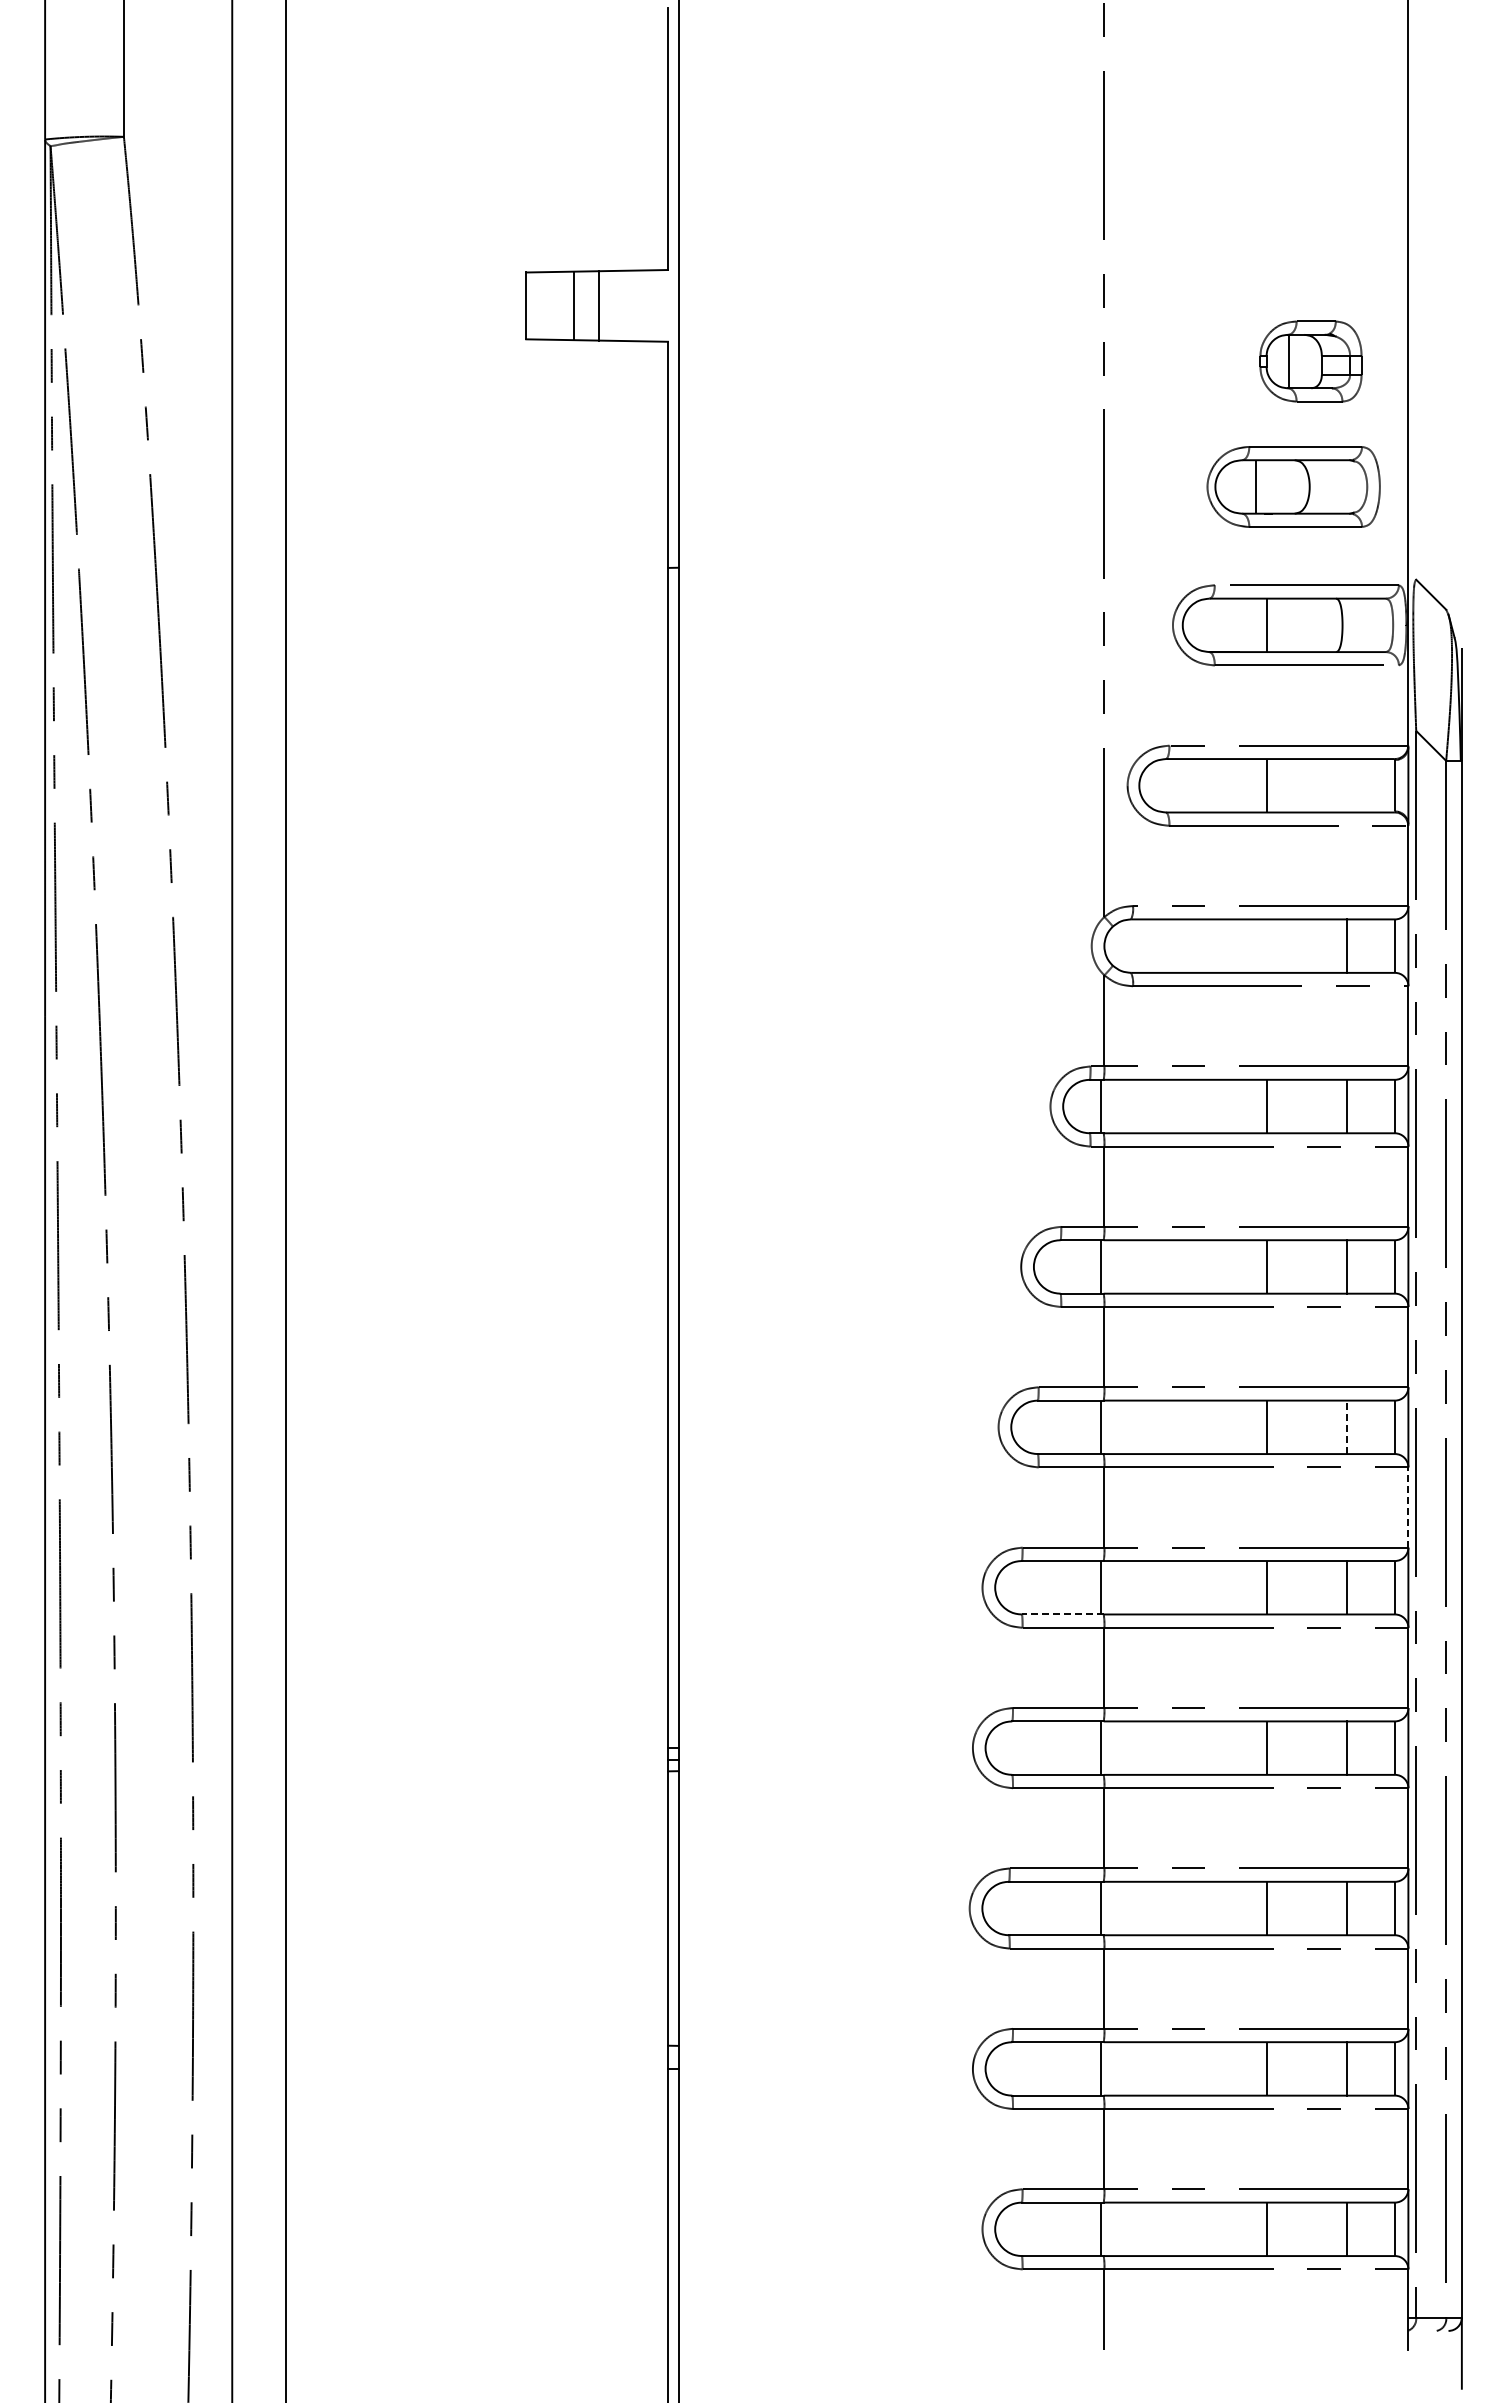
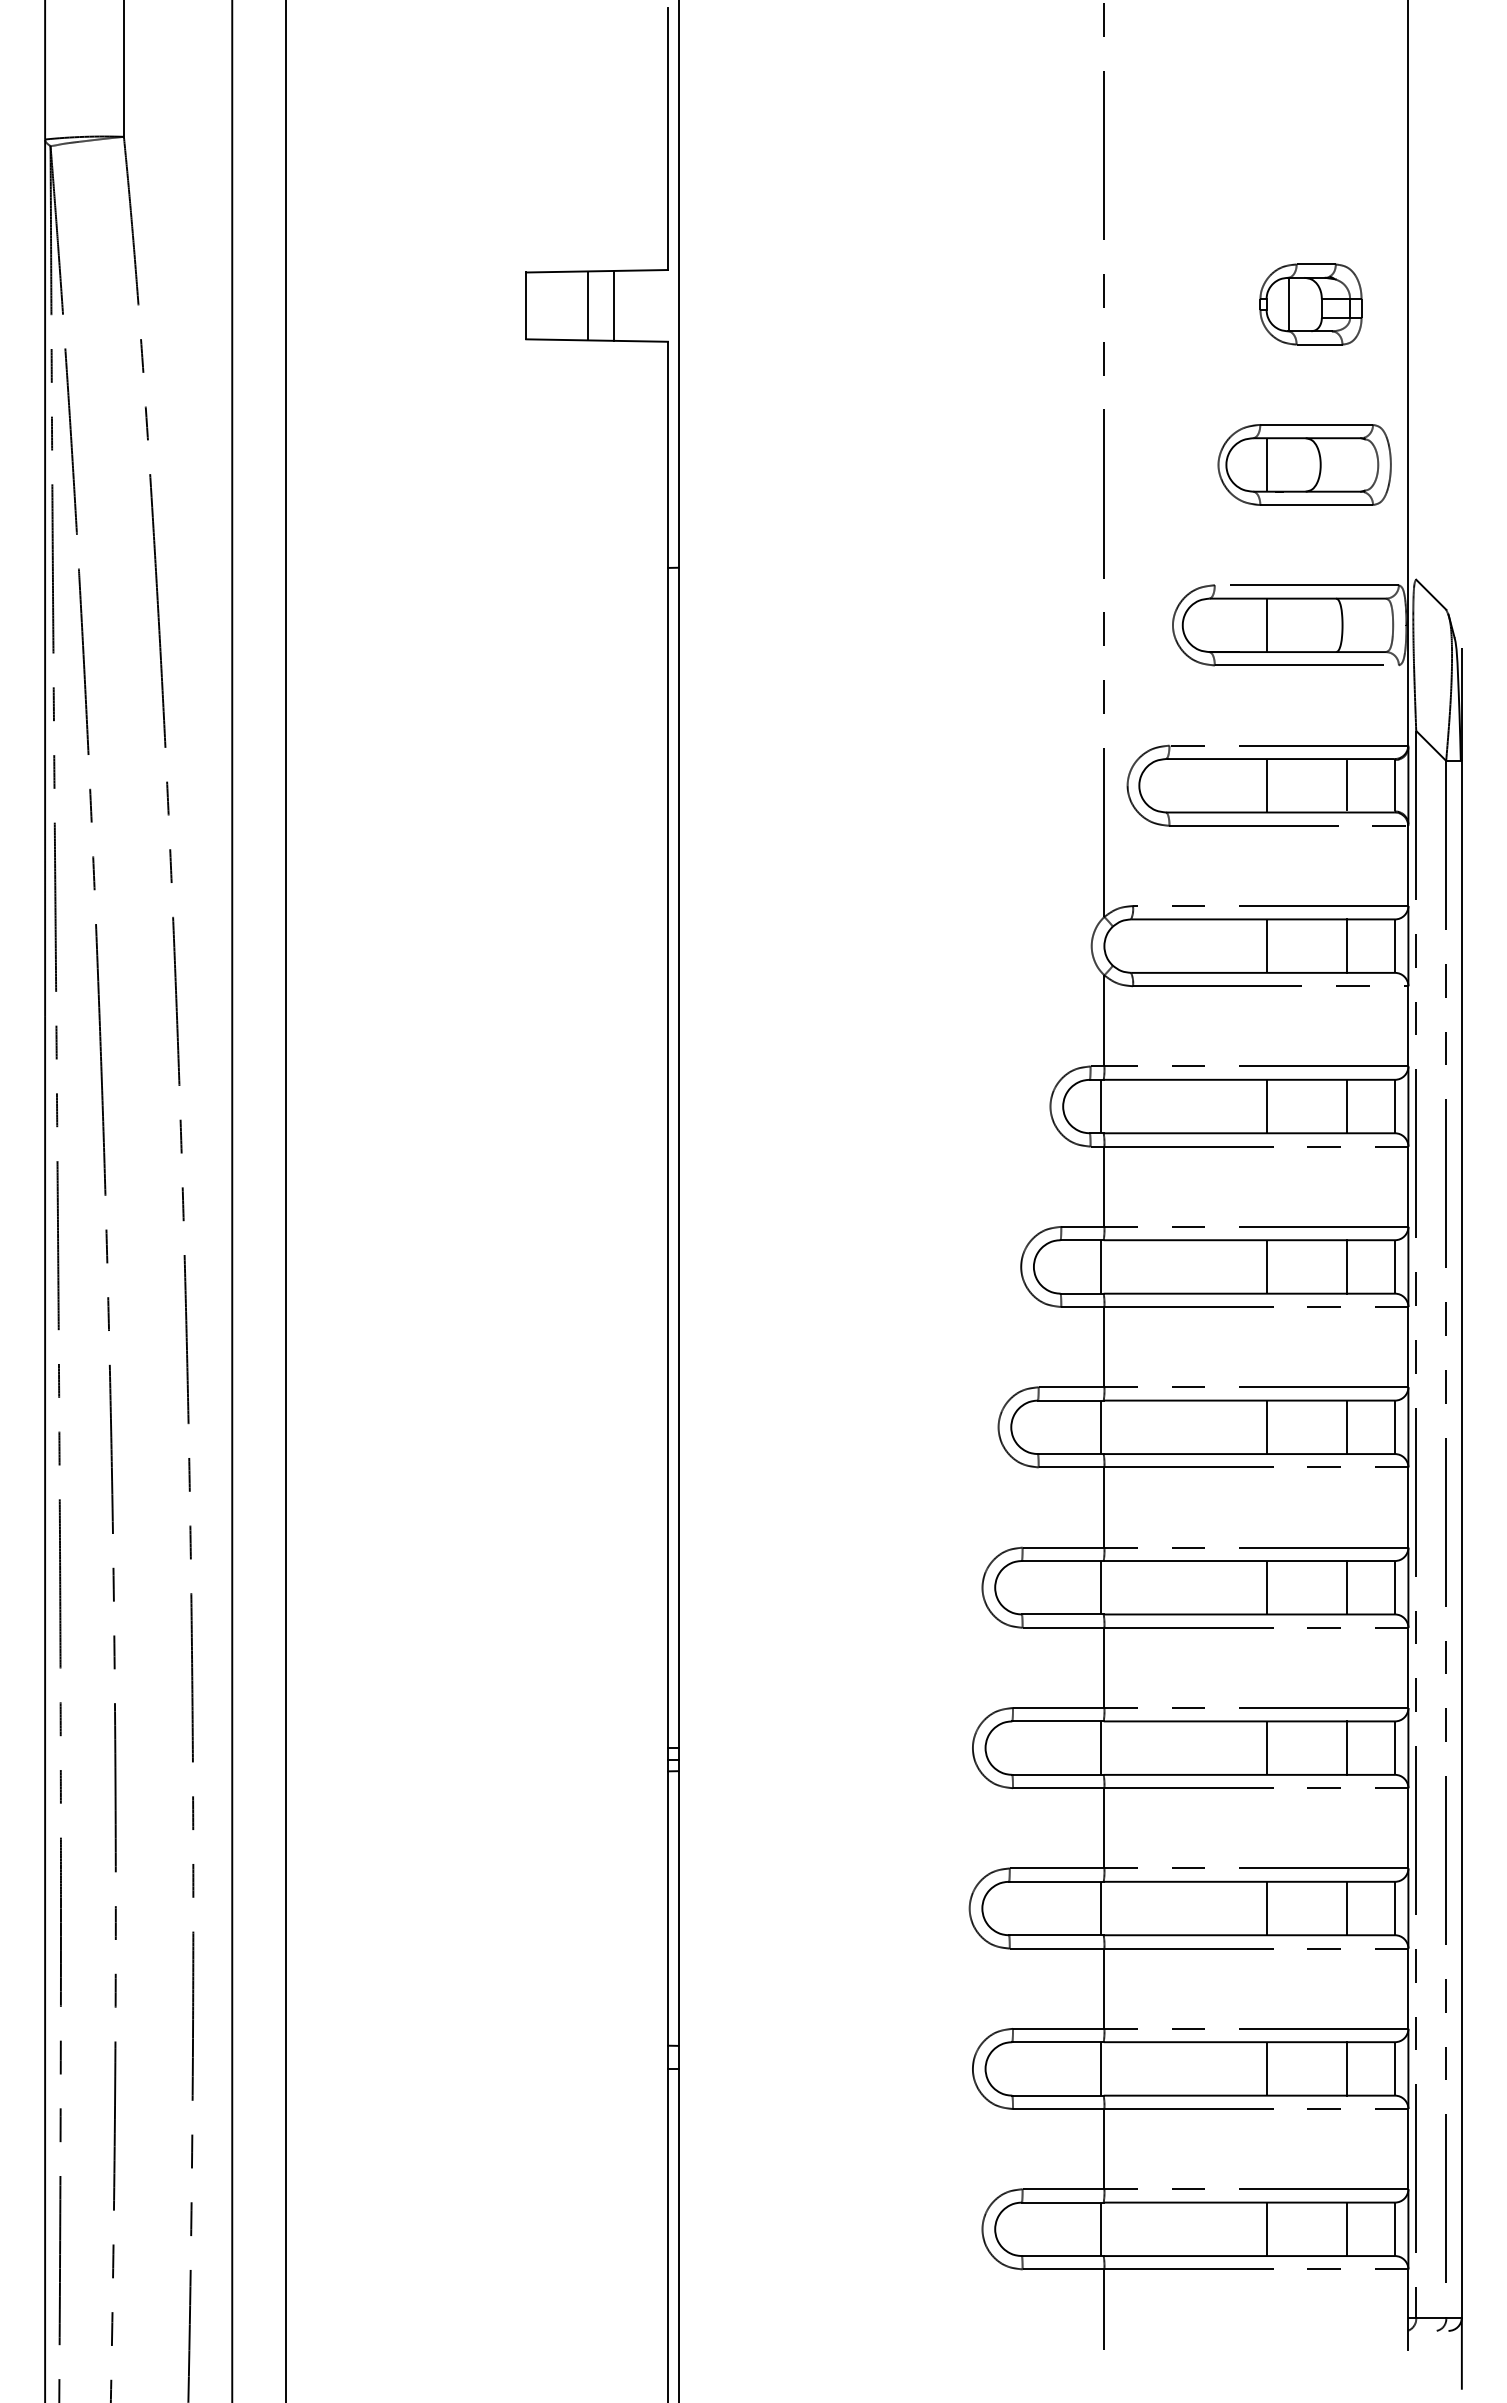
line at (573, 305) position: (573, 305) -> (587, 305)
line at (599, 305) position: (599, 305) -> (614, 305)
part at (1310, 361) position: (1310, 361) -> (1310, 304)
part at (1293, 486) position: (1293, 486) -> (1304, 464)
line at (1346, 785): none -> present
line at (1267, 945): none -> present
line at (1346, 1427): dashed -> solid
line at (1408, 1507): dashed -> solid
line at (1062, 1614): dashed -> solid
